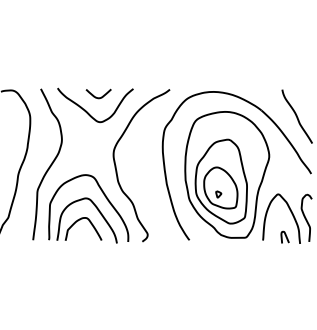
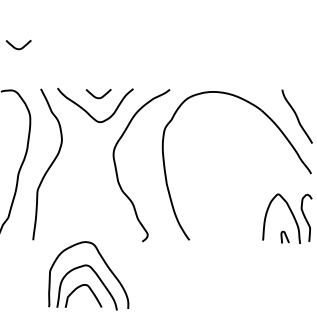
curve at (16, 47): none -> present
part at (227, 174): present -> none
part at (94, 206) position: (94, 206) -> (94, 273)
